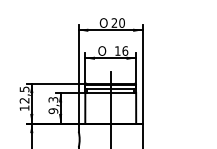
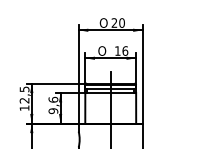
text at (53, 99): 9,3 -> 9,6
